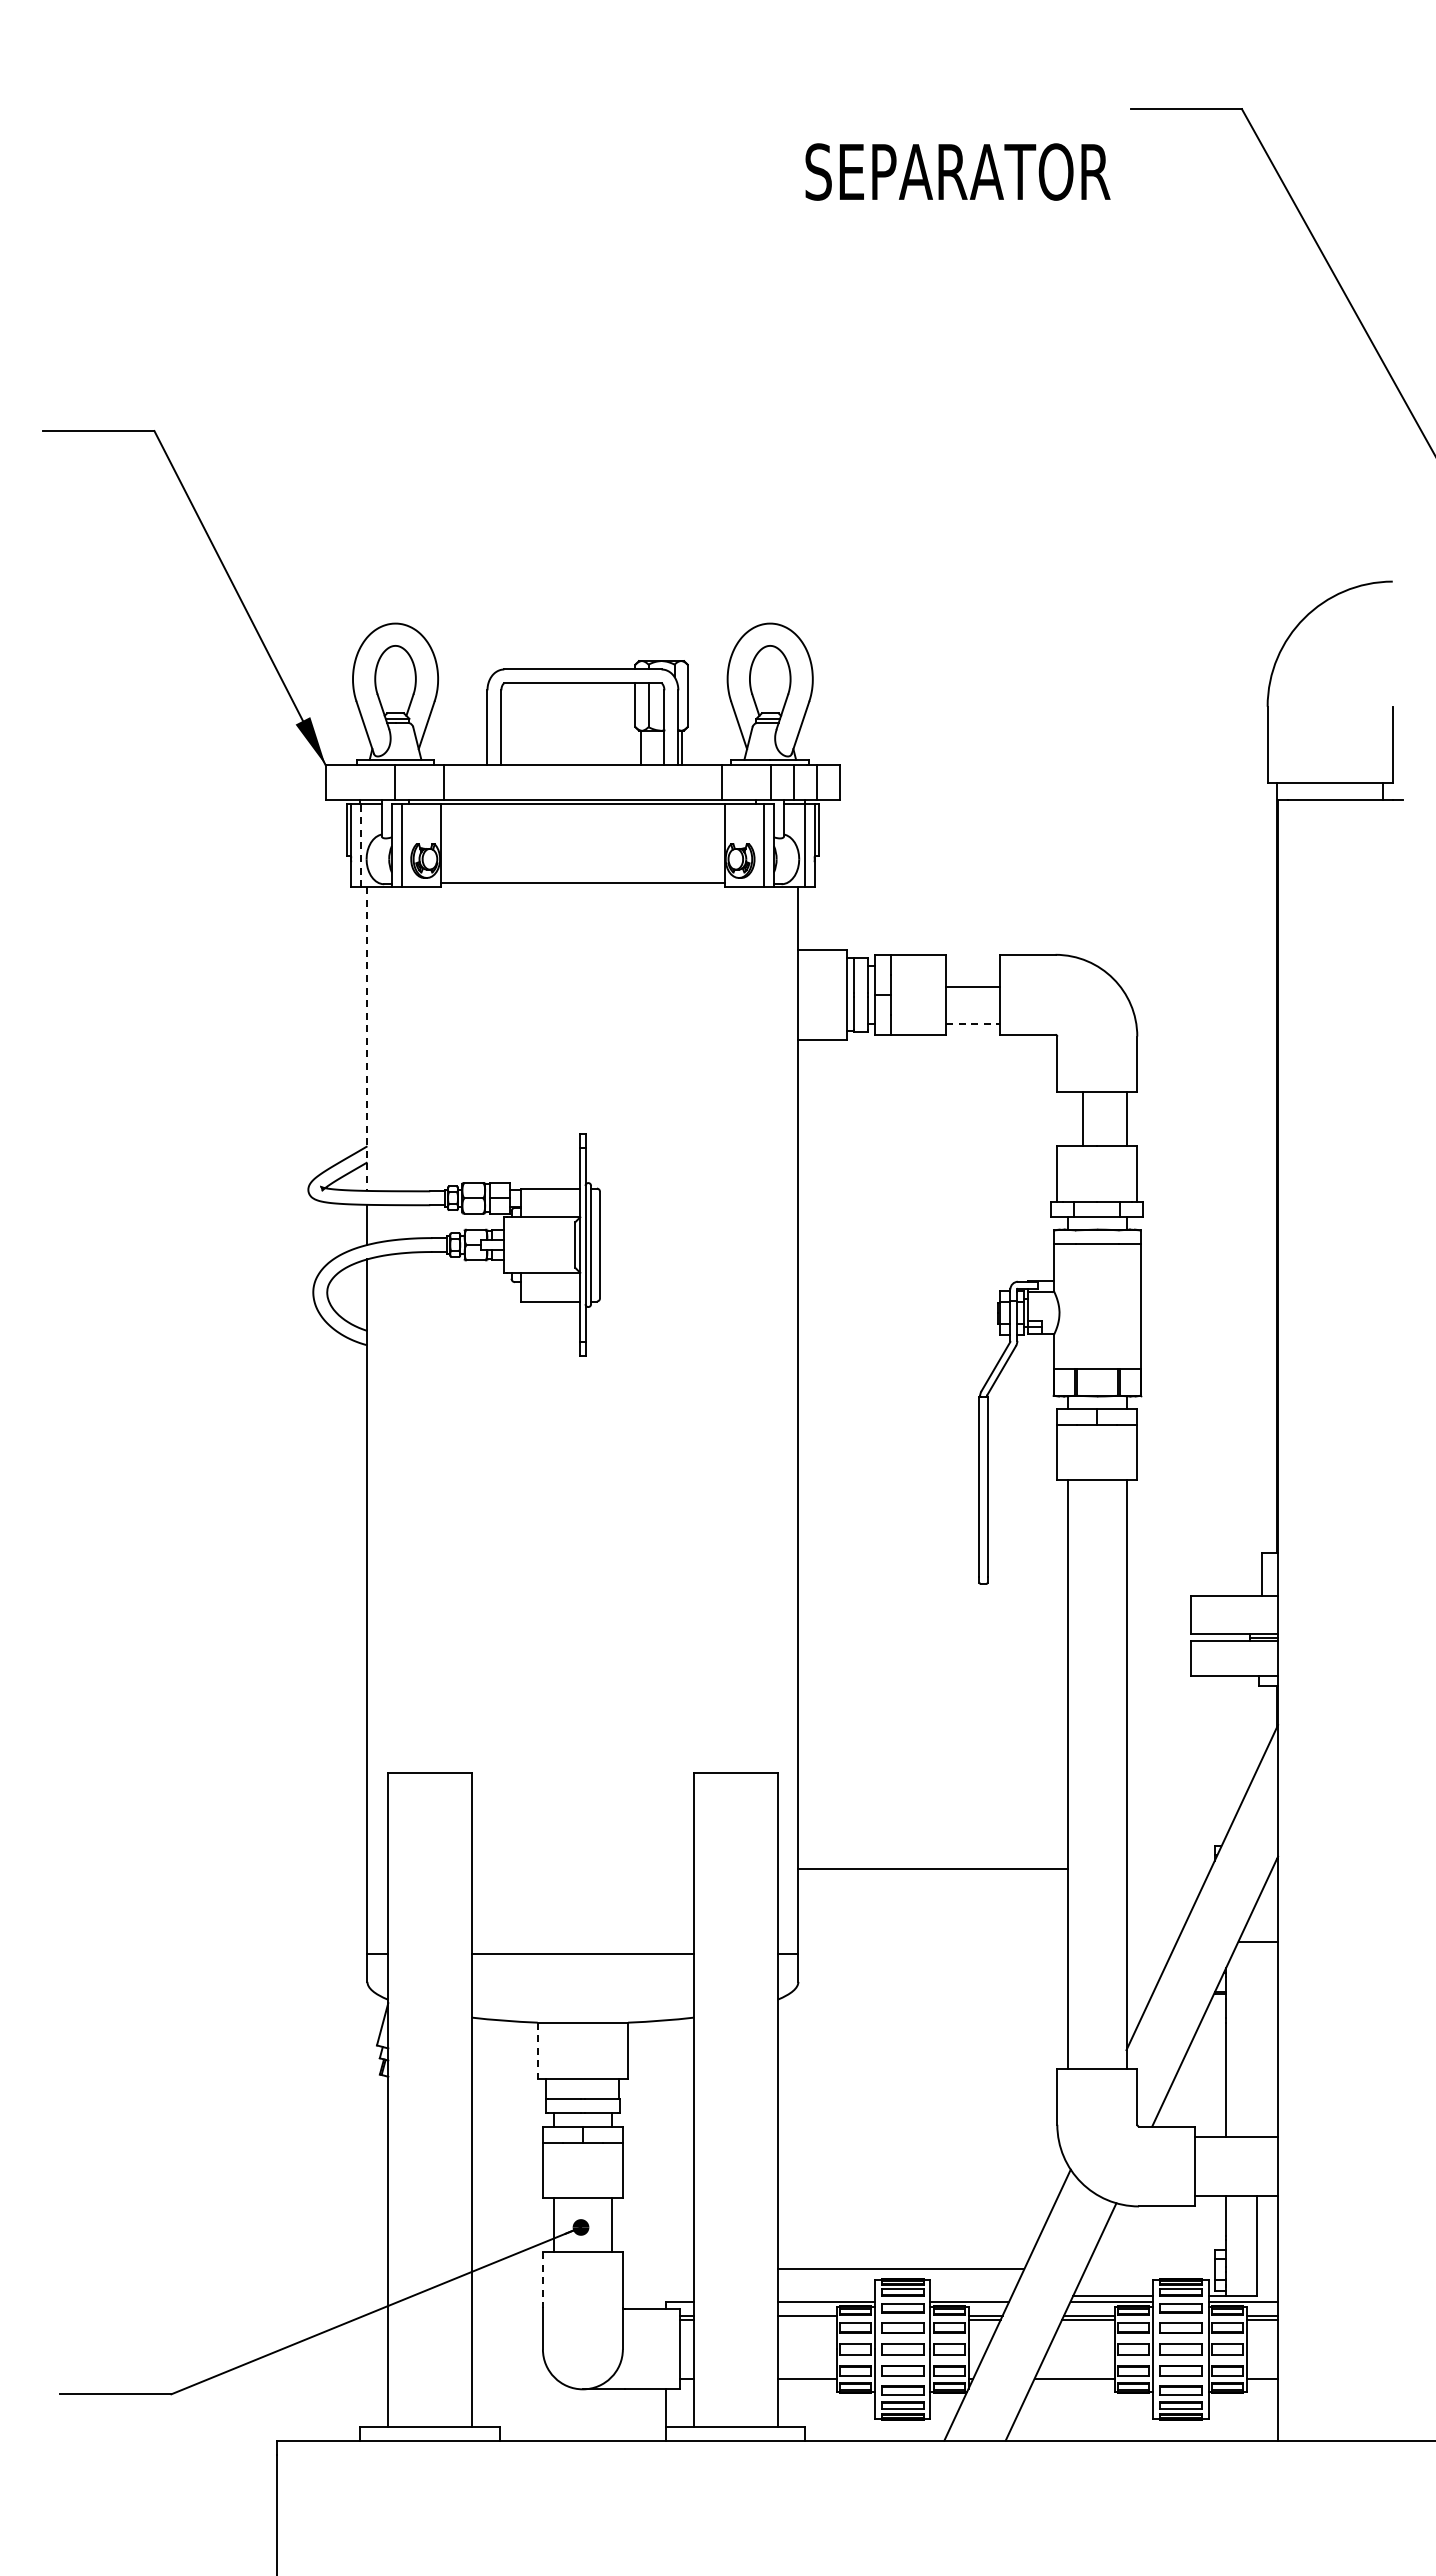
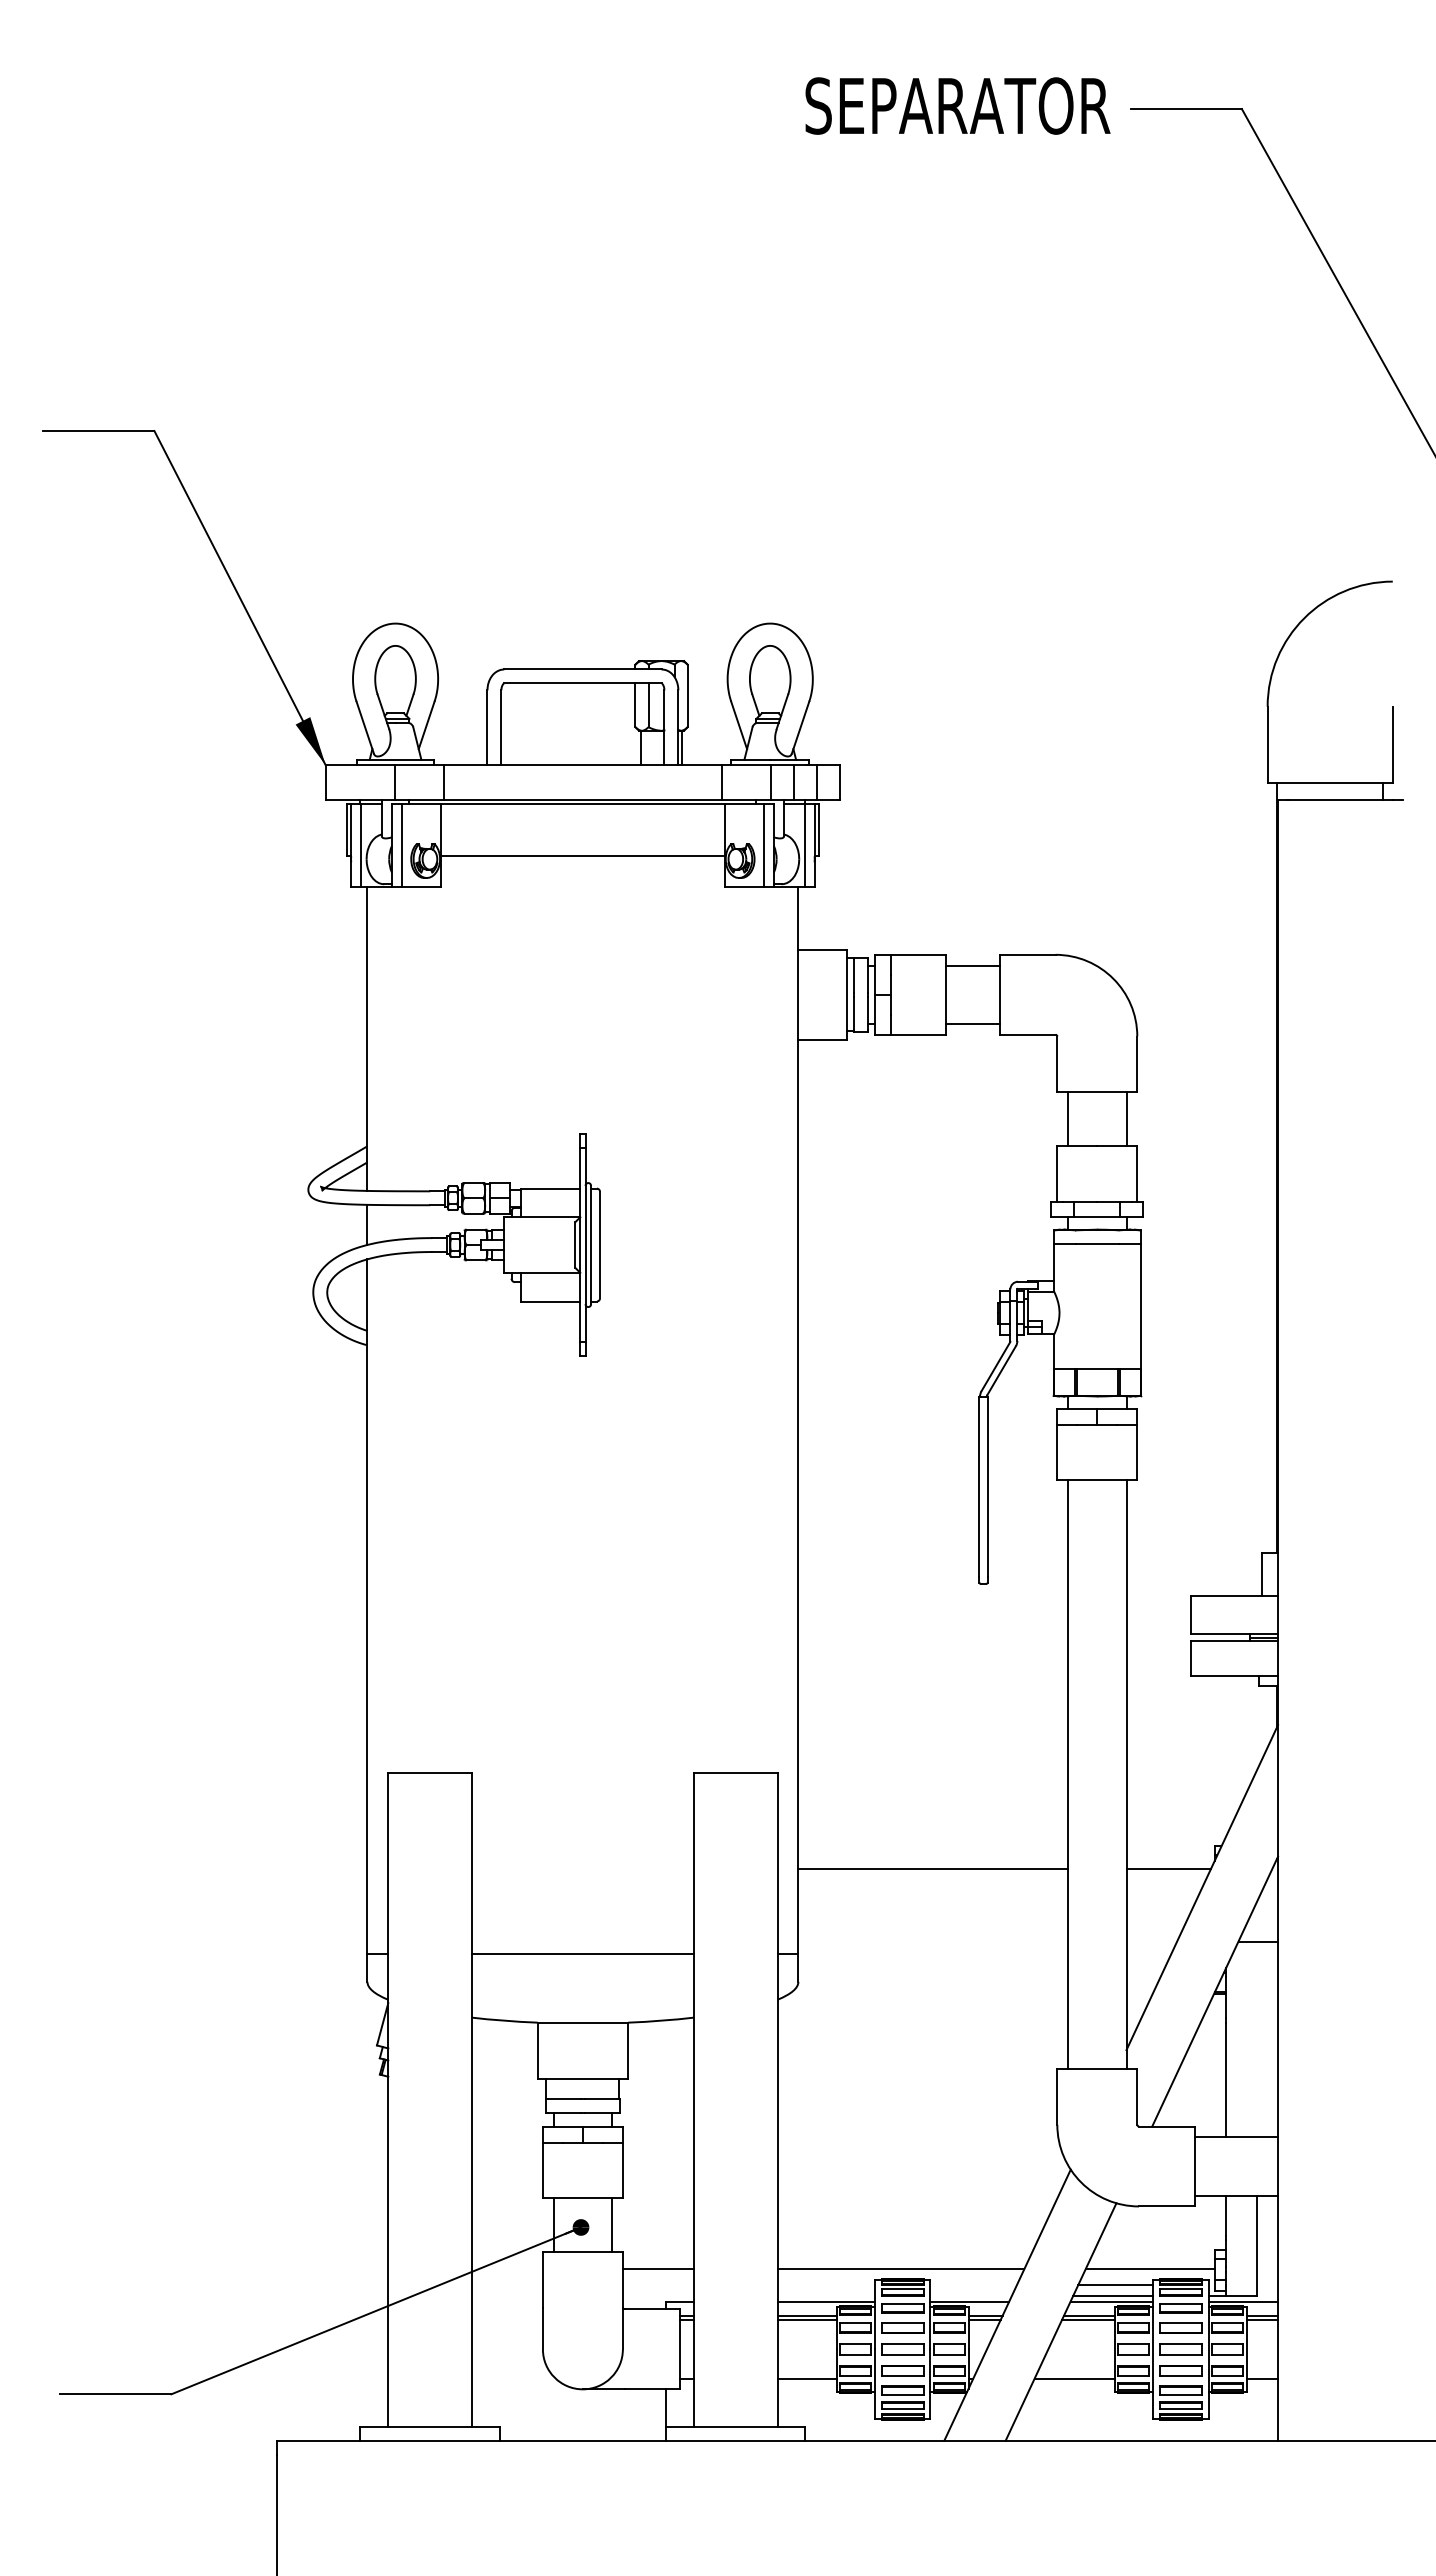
text at (957, 171) position: (957, 171) -> (957, 105)
line at (361, 845): dashed -> solid
line at (582, 882) position: (582, 882) -> (582, 855)
line at (972, 986) position: (972, 986) -> (972, 965)
line at (973, 1024): dashed -> solid
line at (367, 1039): dashed -> solid
line at (1083, 1118) position: (1083, 1118) -> (1068, 1118)
line at (1168, 1868): none -> present
line at (537, 2051): dashed -> solid
line at (658, 2269): none -> present
line at (1149, 2269): none -> present
line at (542, 2279): dashed -> solid
line at (1115, 2284): none -> present
line at (806, 2320): none -> present
